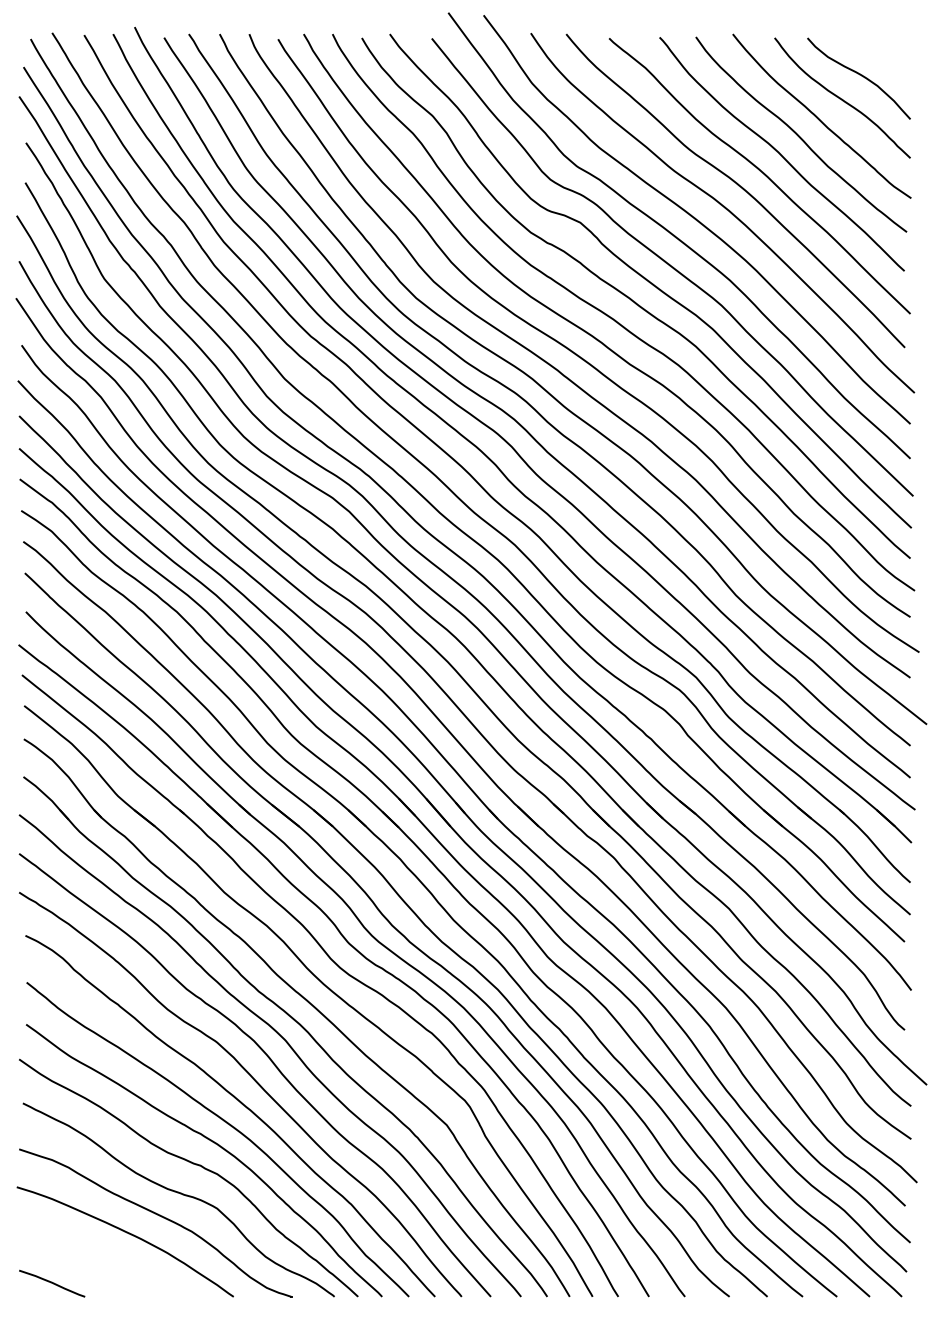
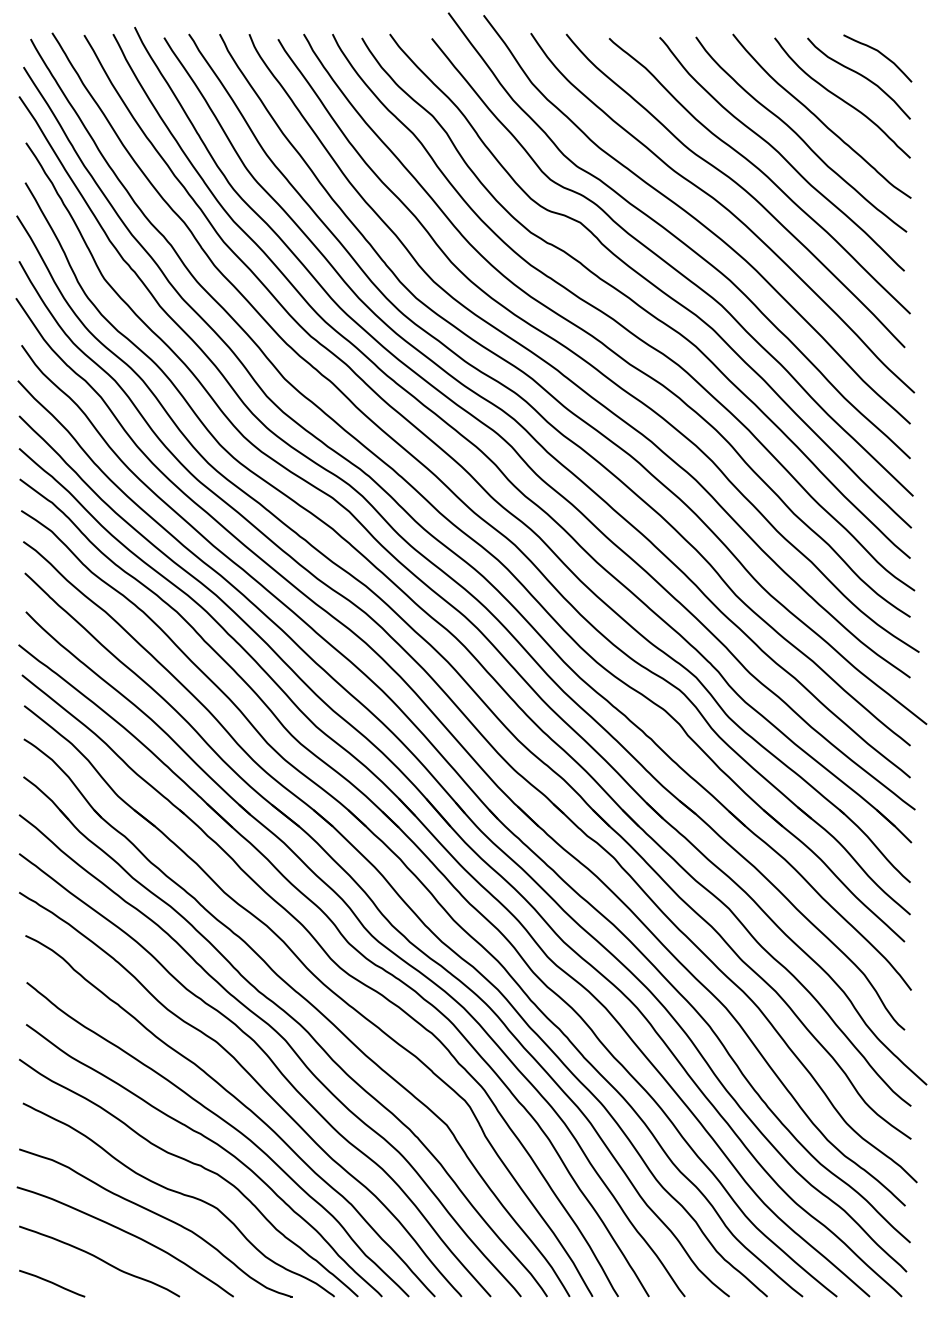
curve at (880, 54): none -> present
curve at (100, 1260): none -> present
